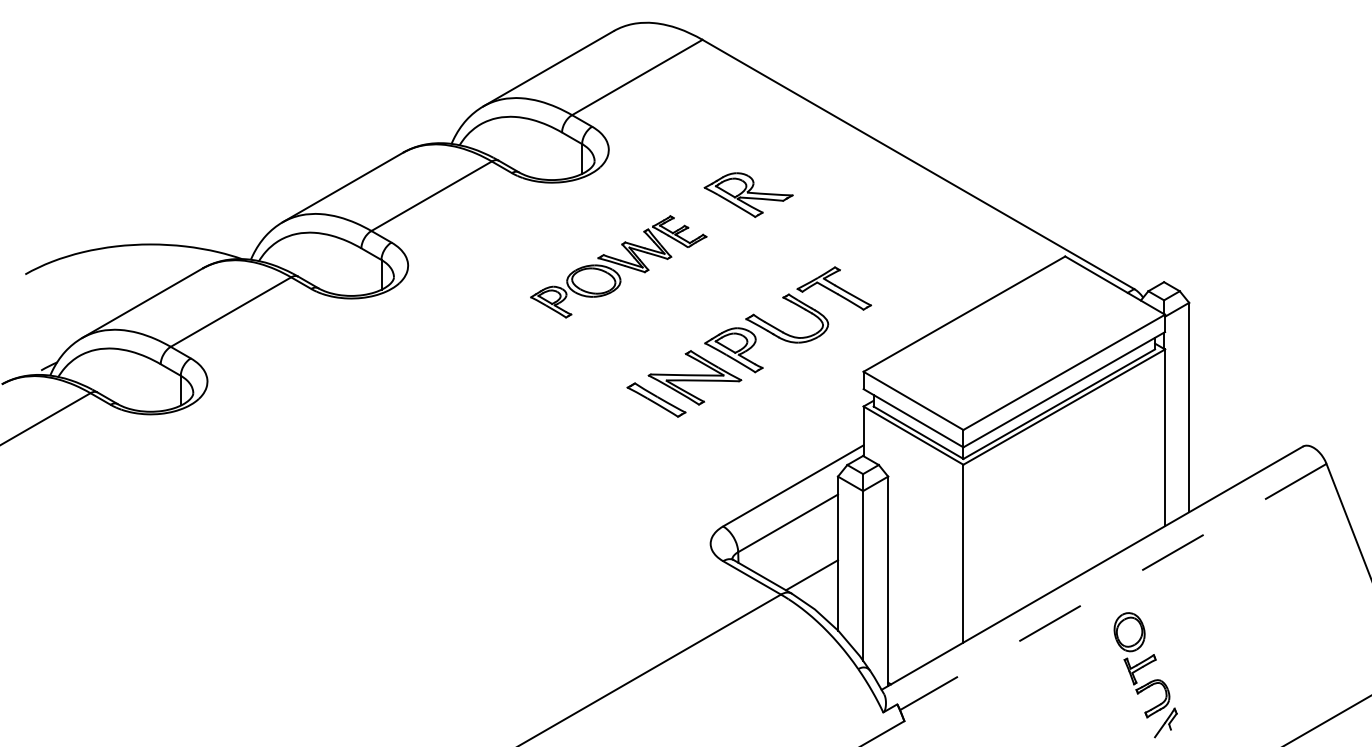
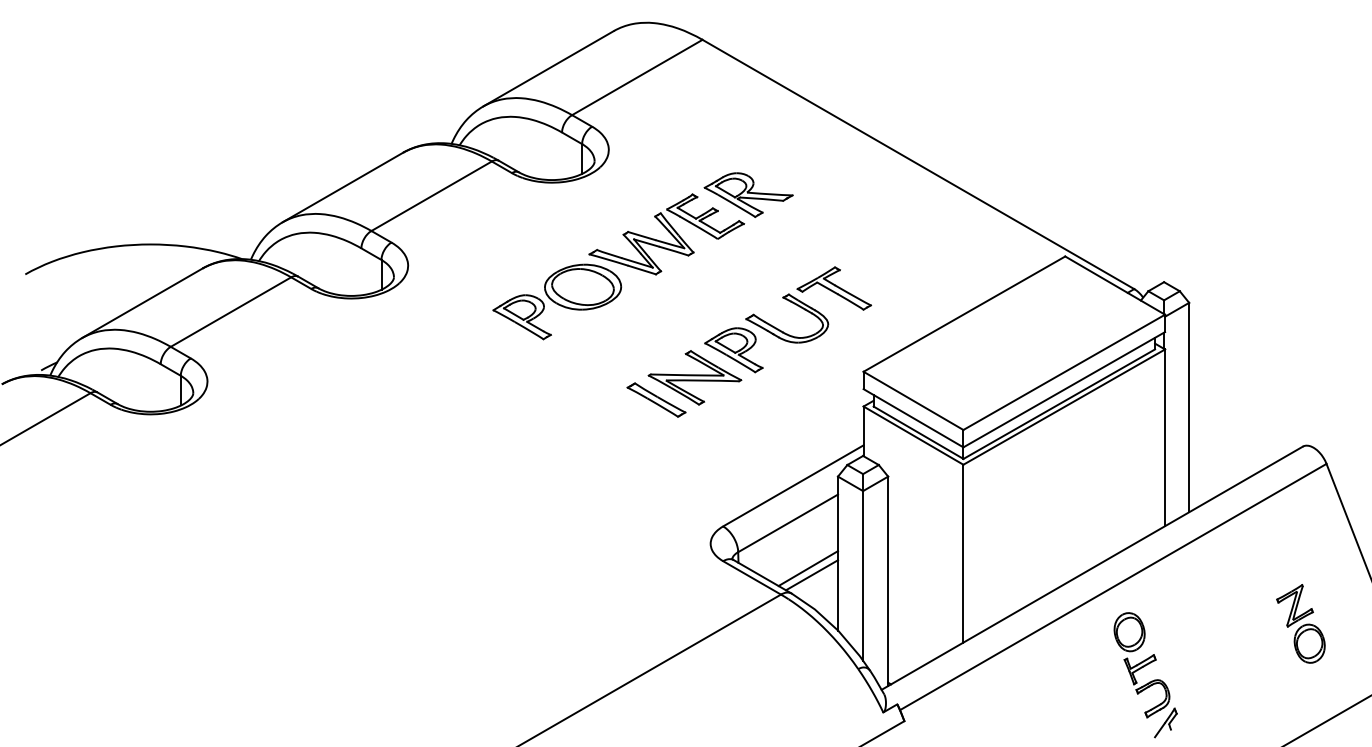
part at (618, 266) size: 178x104 px -> 254x148 px
line at (808, 568): none -> present
line at (1112, 587): dashed -> solid
part at (1300, 623): none -> present
